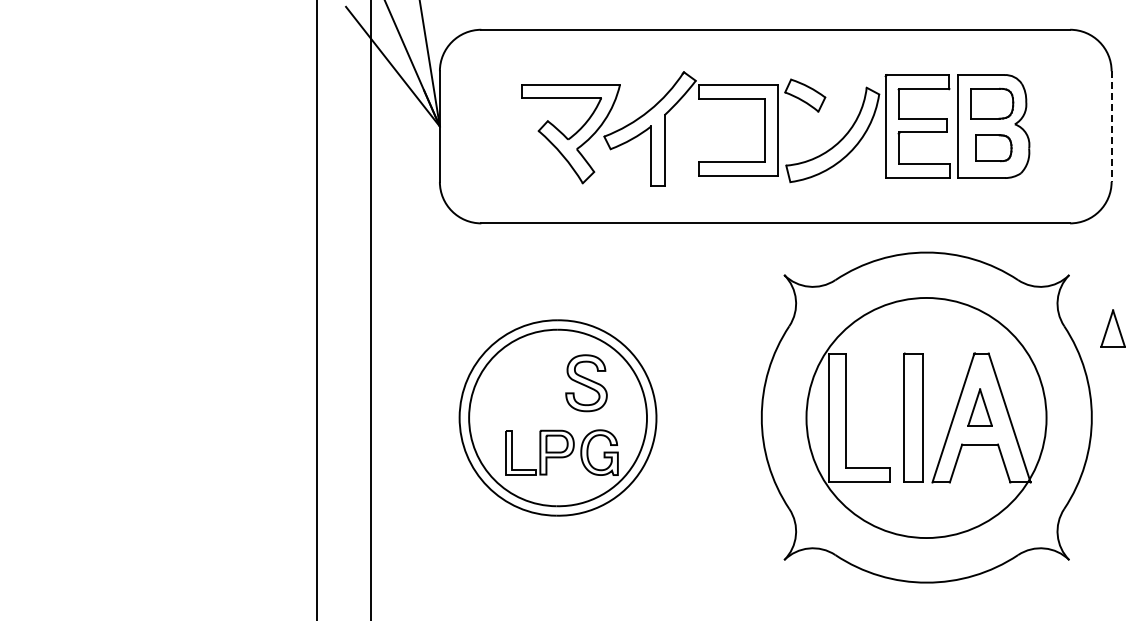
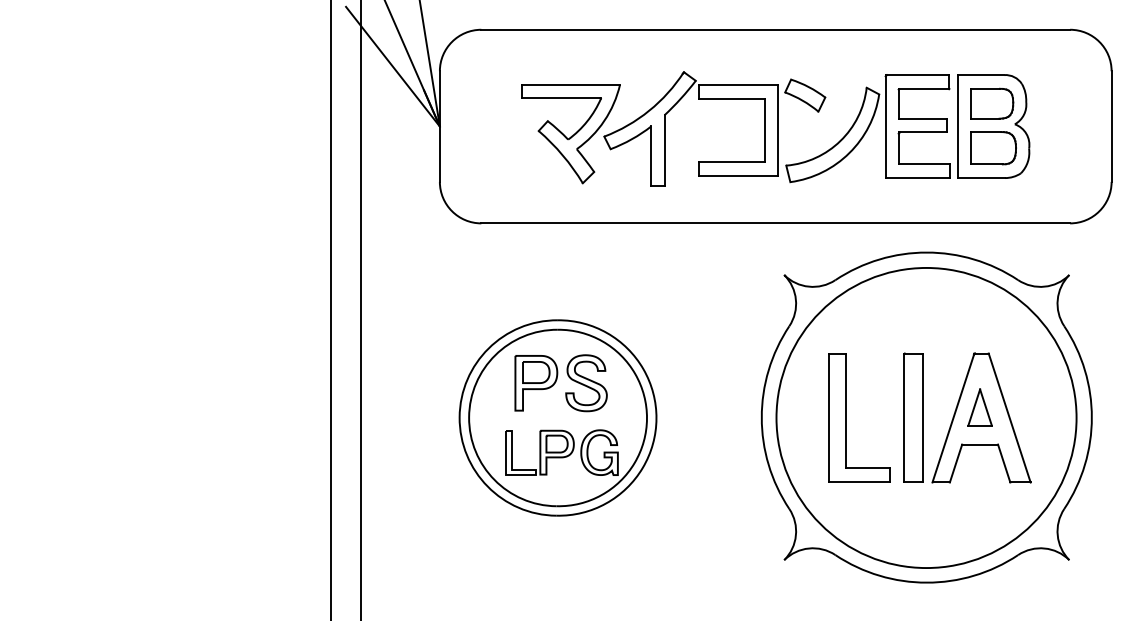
line at (1111, 127): dashed -> solid
part at (993, 148) size: 38x29 px -> 47x35 px
line at (317, 309) position: (317, 309) -> (331, 309)
line at (370, 309) position: (370, 309) -> (360, 309)
part at (1112, 328): present -> none
part at (536, 383): none -> present
circle at (926, 417) diameter: 240 px -> 300 px
